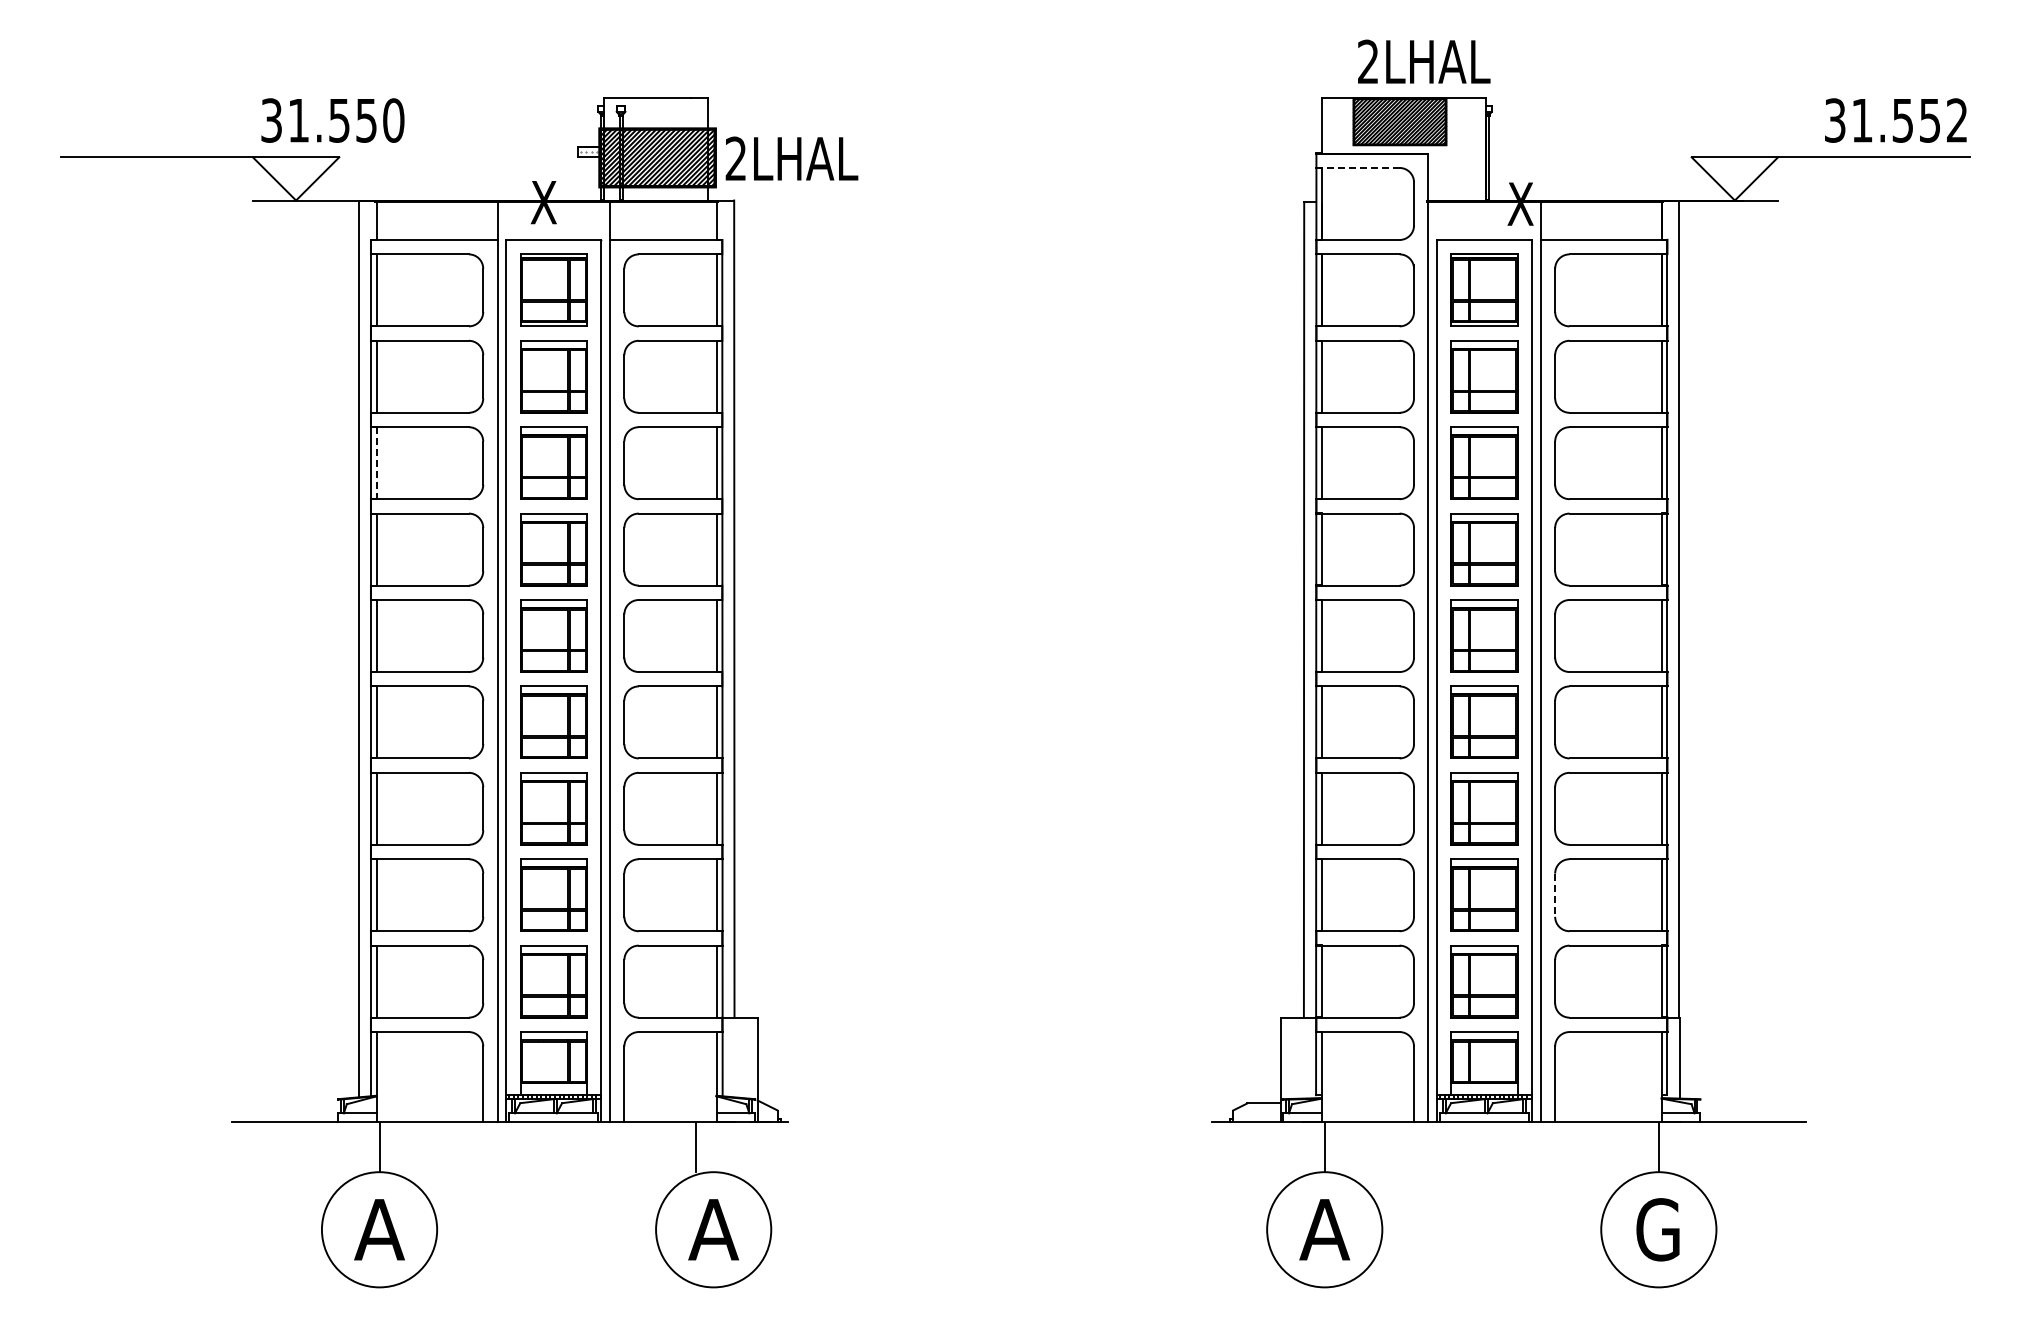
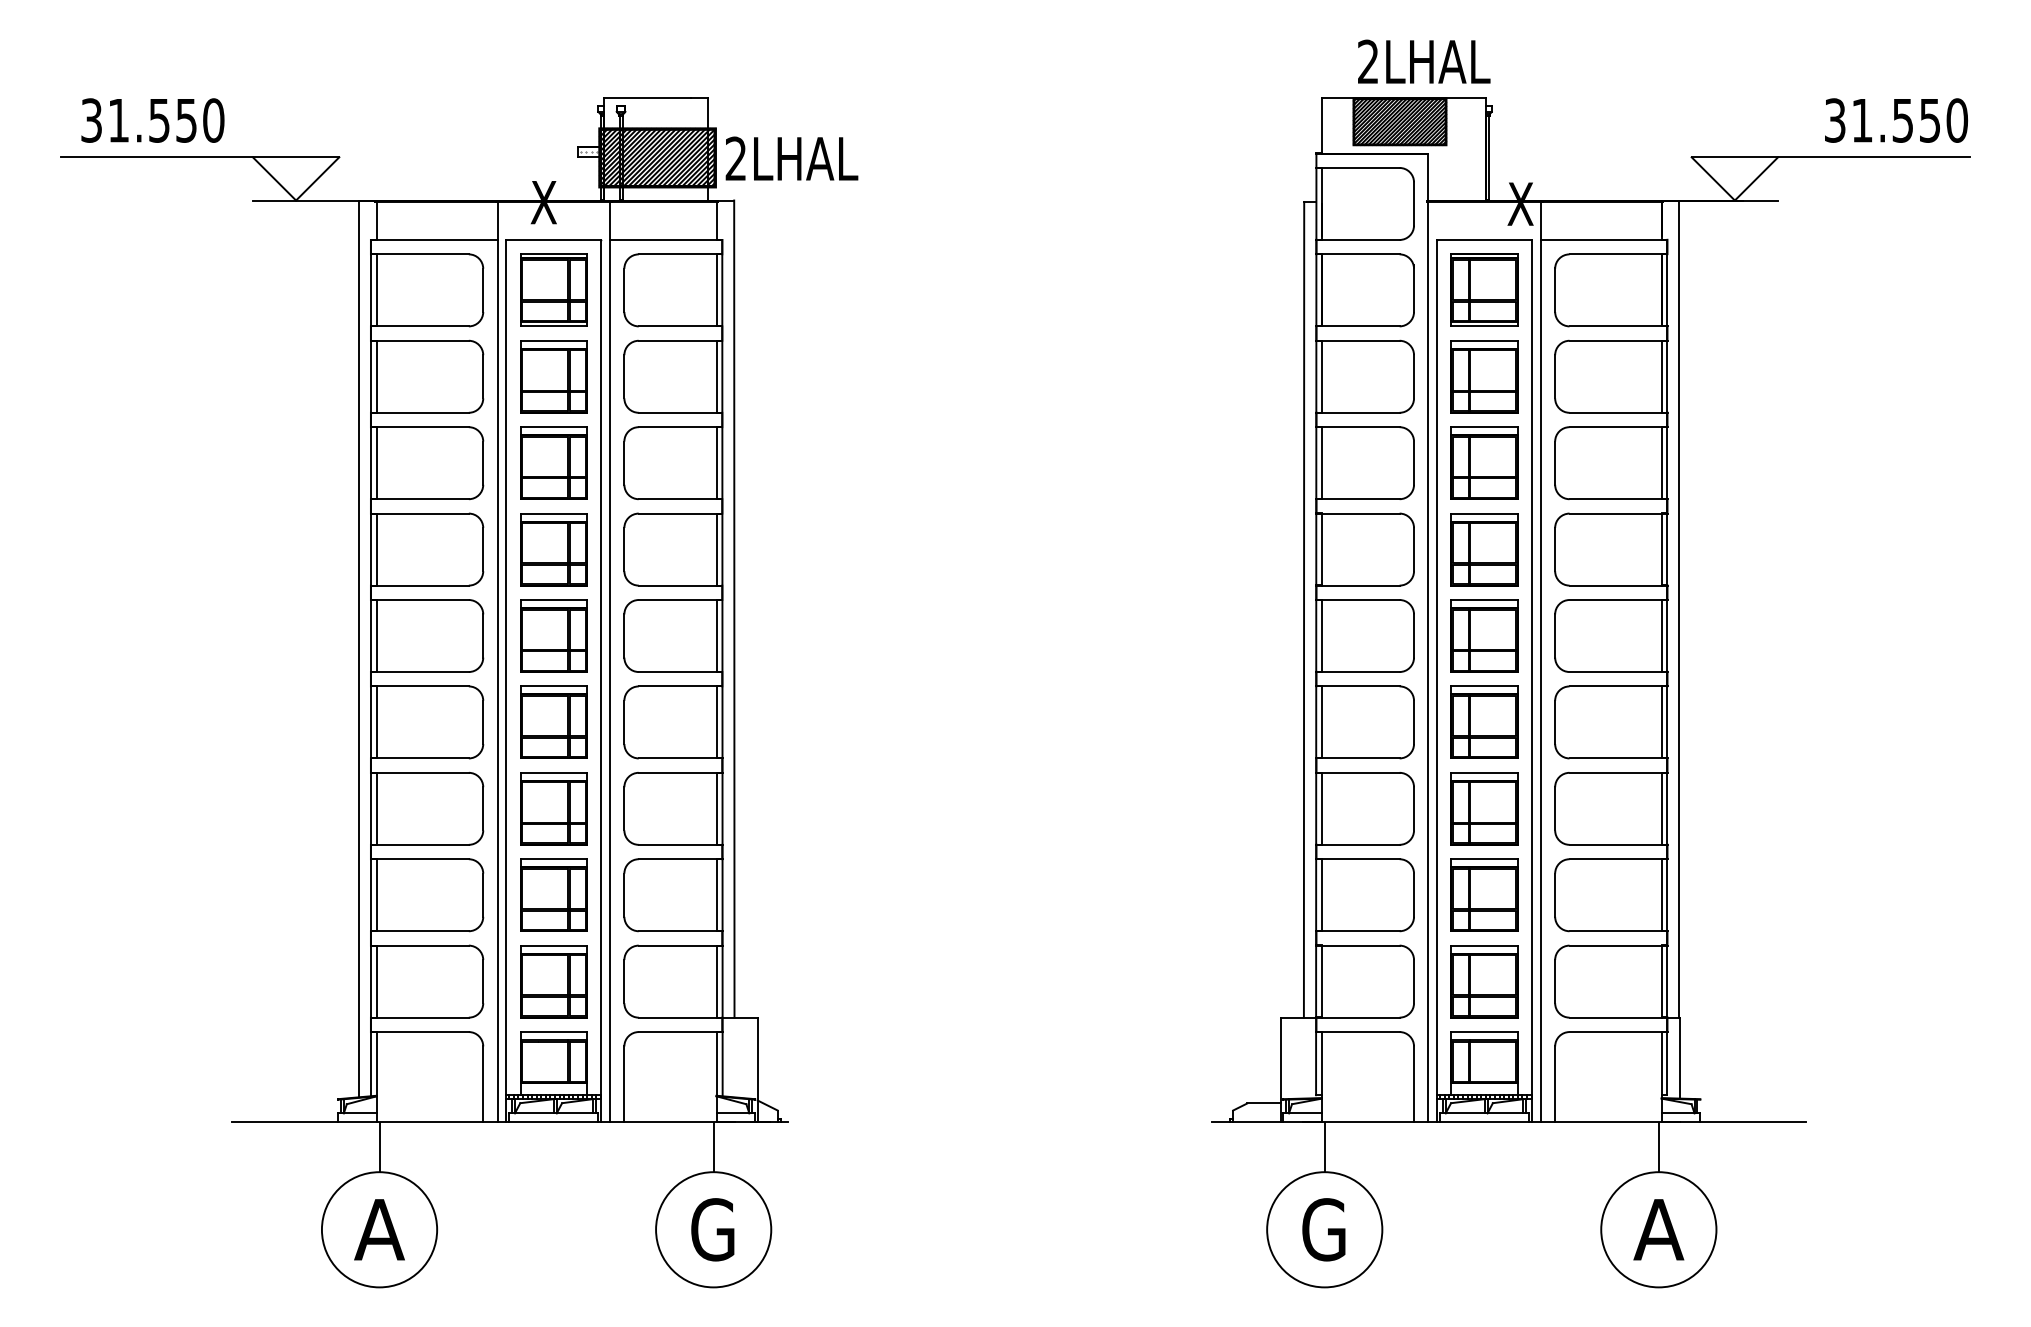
text at (332, 120) position: (332, 120) -> (152, 120)
text at (1957, 120): 31.552 -> 31.550
line at (1357, 167): dashed -> solid
line at (376, 463): dashed -> solid
line at (1555, 895): dashed -> solid
line at (695, 1147) position: (695, 1147) -> (713, 1147)
text at (713, 1229): A -> G
text at (1324, 1229): A -> G
text at (1658, 1229): G -> A
